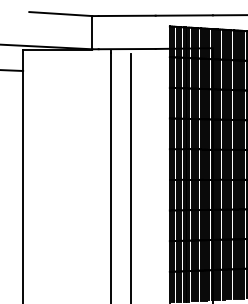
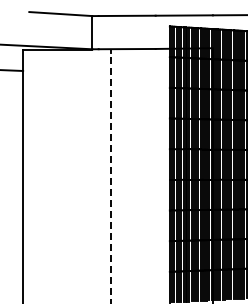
line at (131, 176): present -> none
line at (110, 178): solid -> dashed
